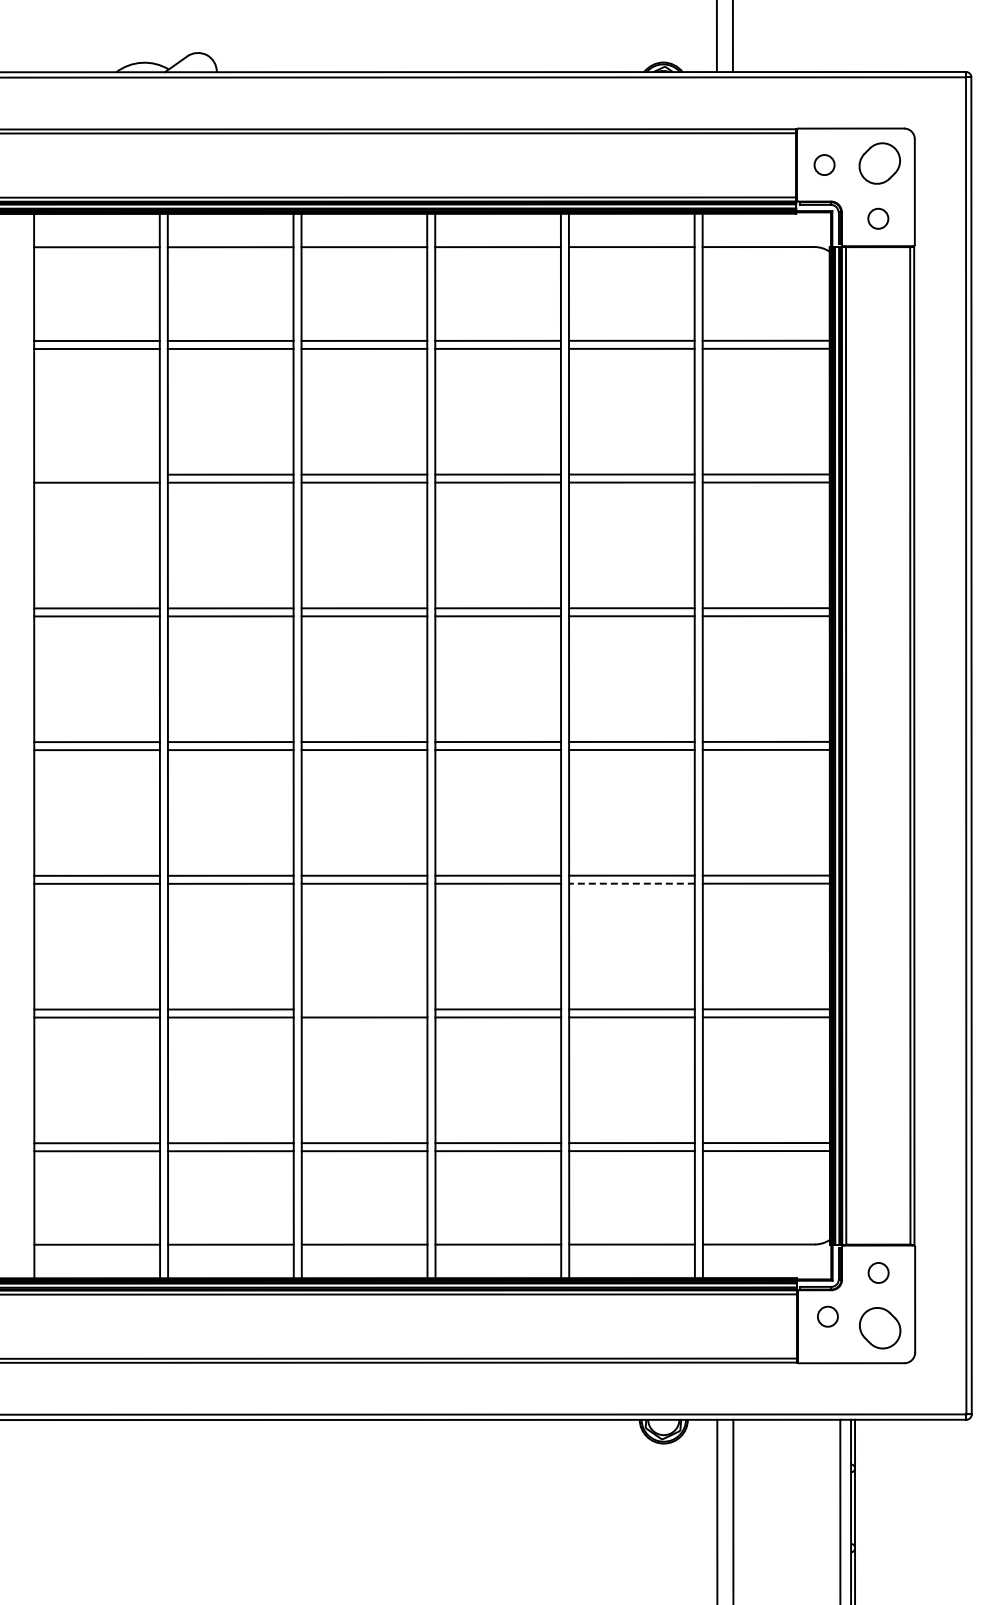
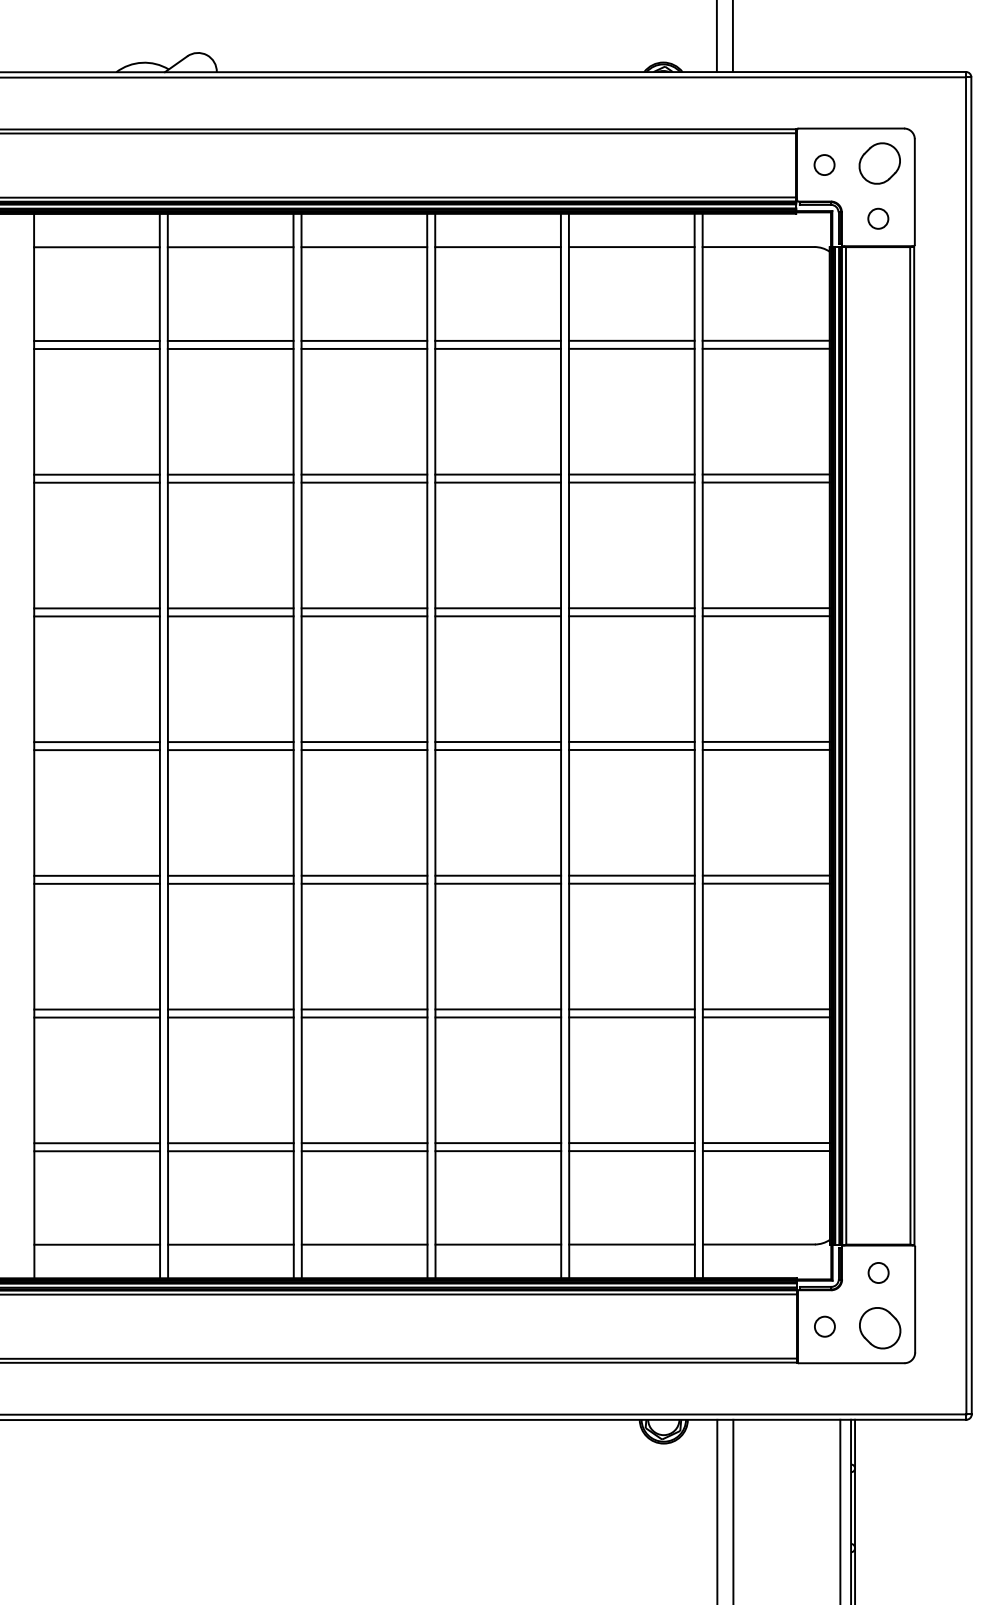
line at (96, 474): none -> present
line at (631, 883): dashed -> solid
line at (364, 1009): none -> present
circle at (827, 1316) position: (827, 1316) -> (824, 1326)
